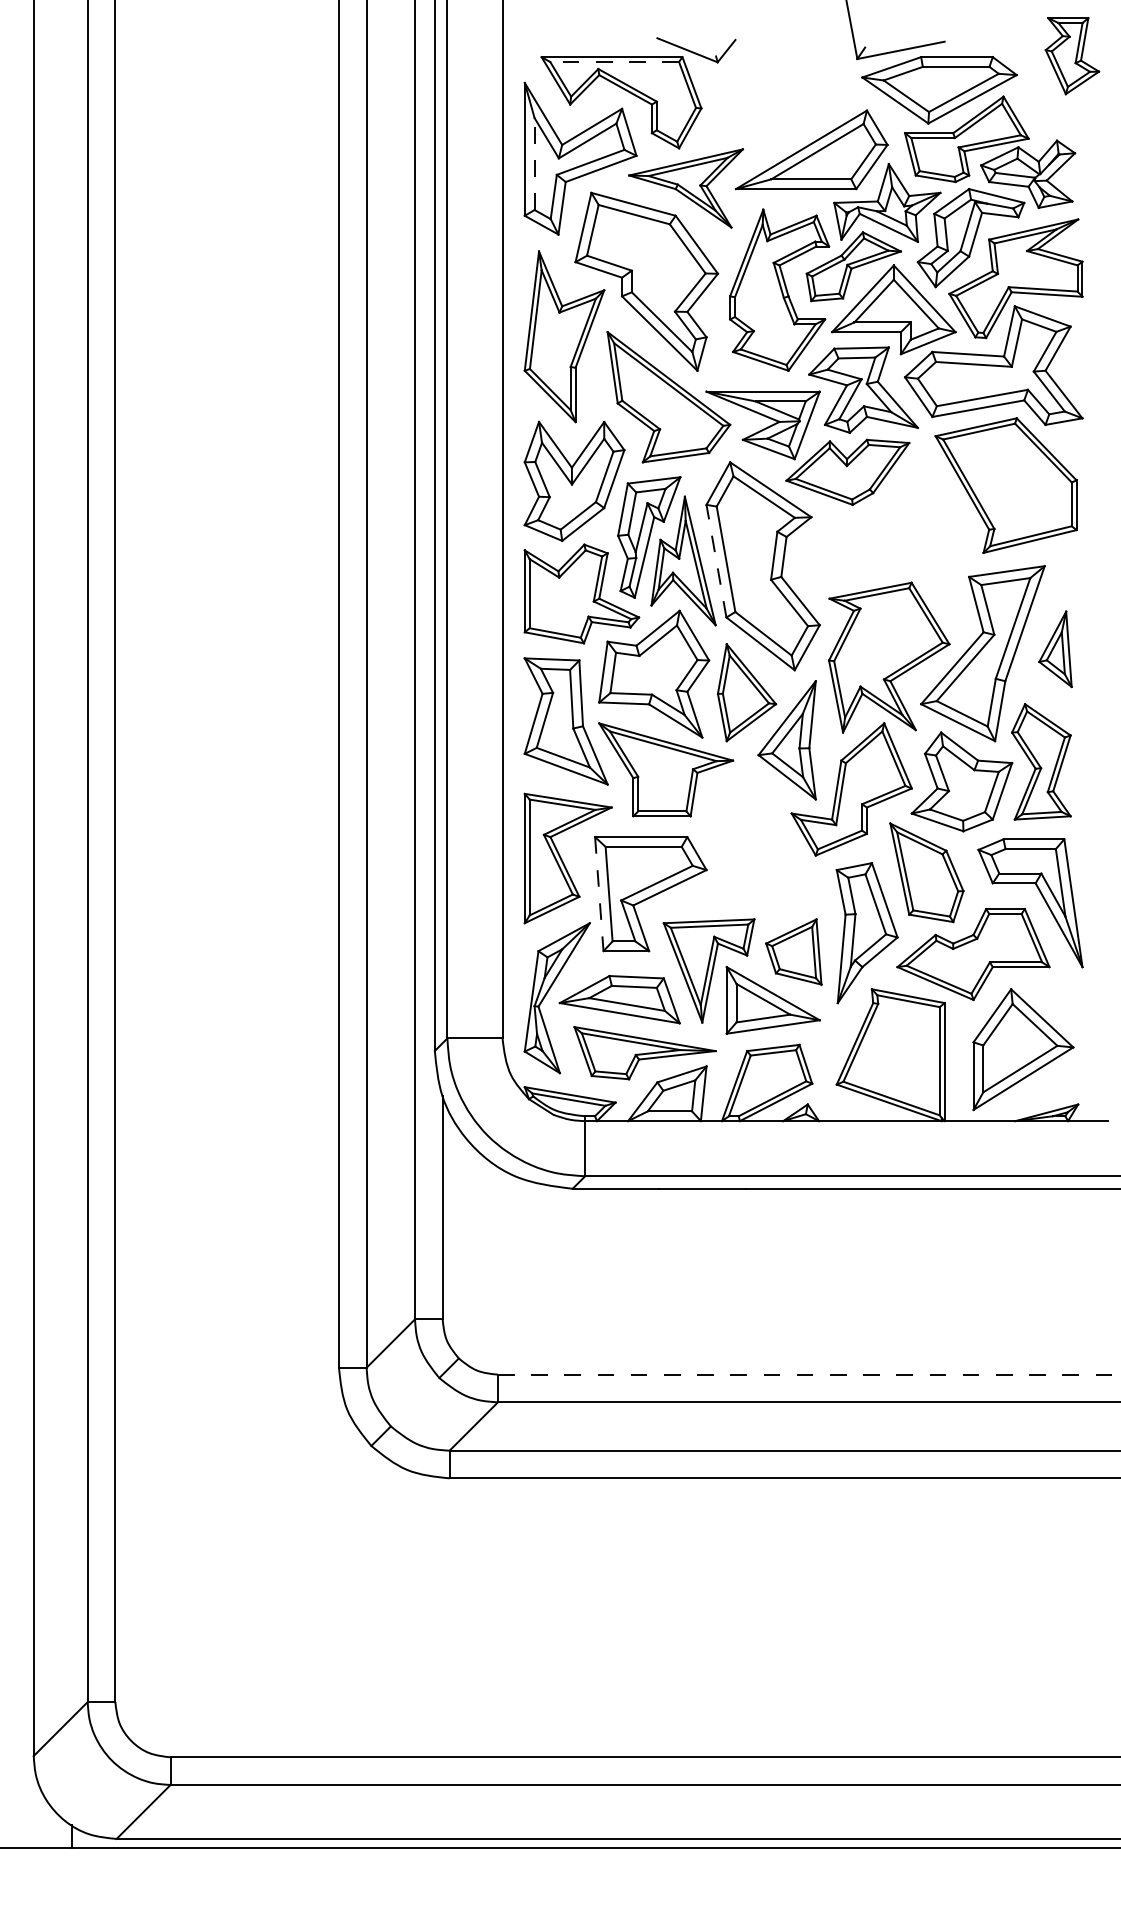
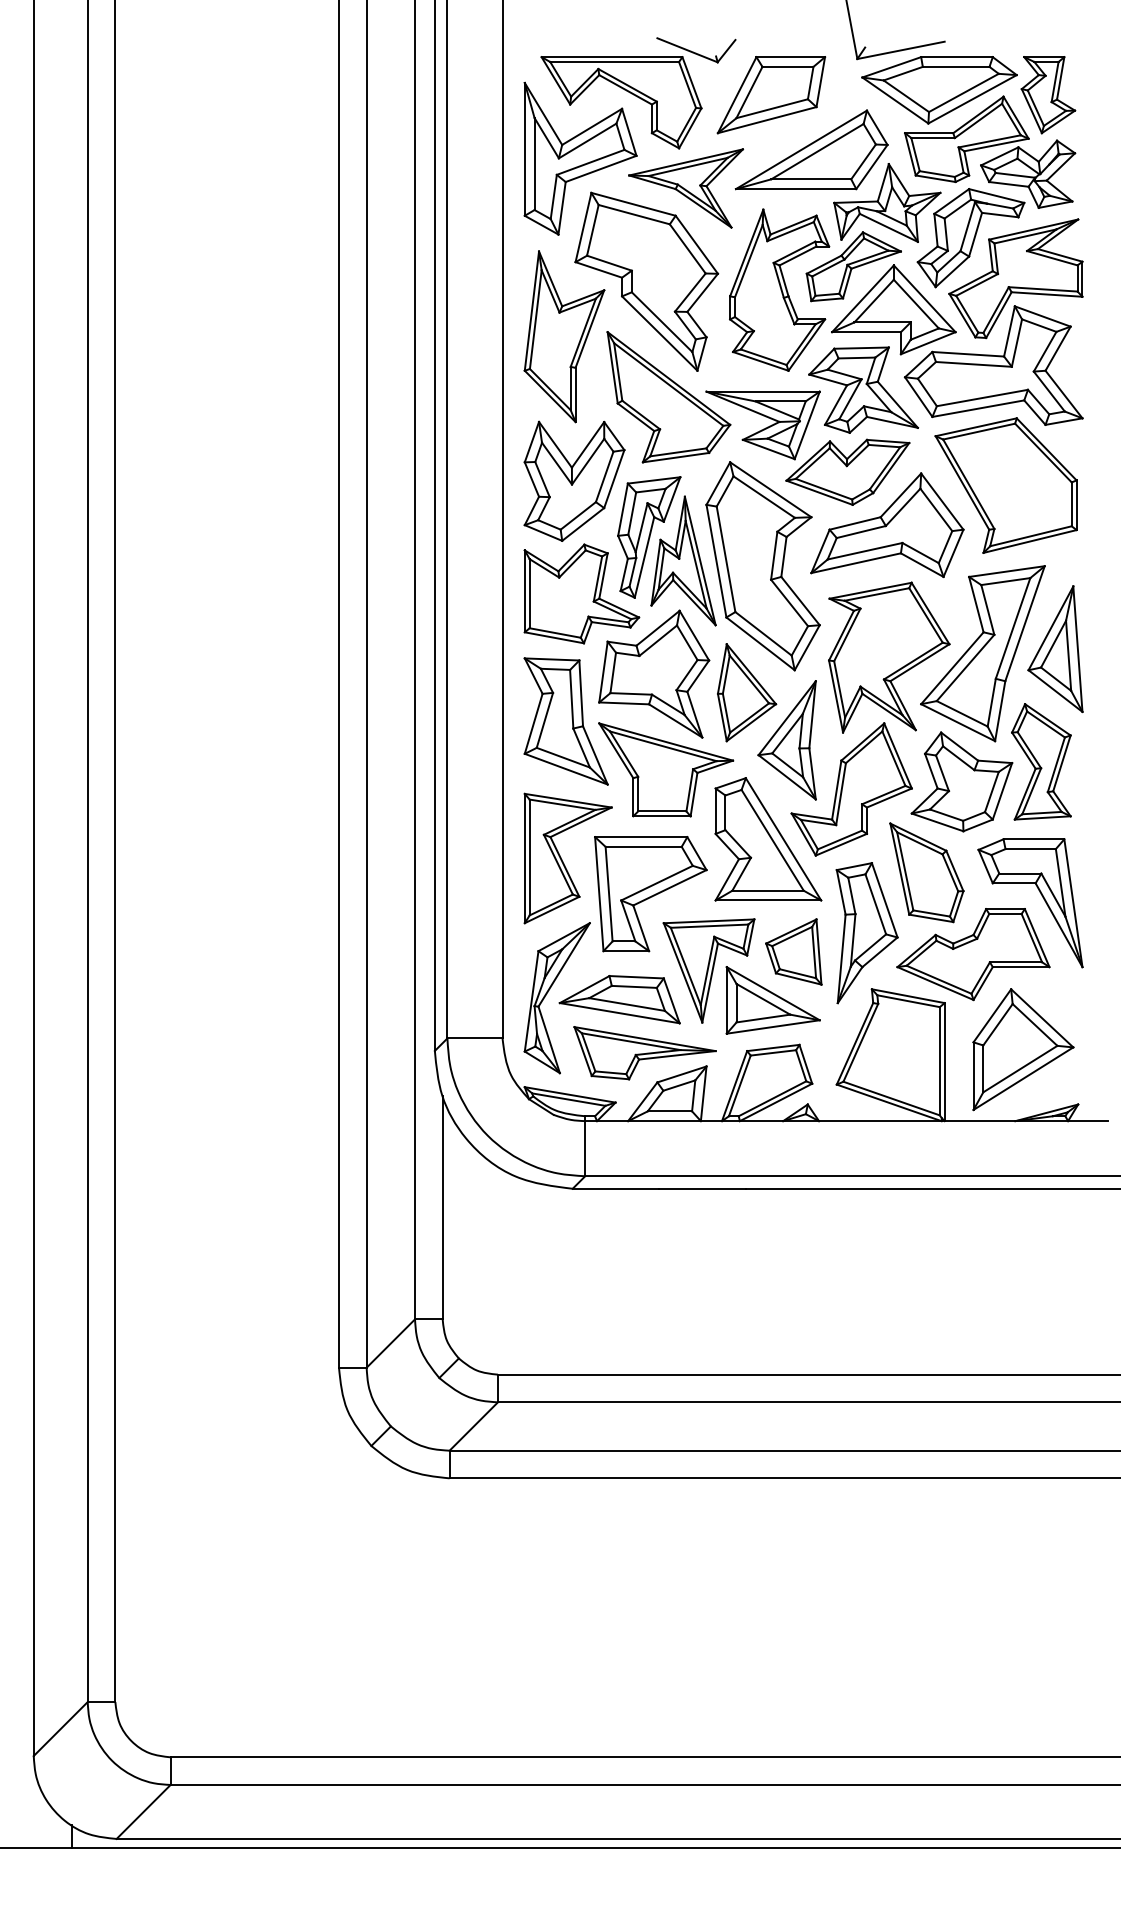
part at (1072, 56) position: (1072, 56) -> (1048, 95)
line at (614, 62): dashed -> solid
part at (771, 95): none -> present
line at (534, 163): dashed -> solid
part at (887, 525): none -> present
line at (716, 560): dashed -> solid
part at (1055, 649) size: 35x79 px -> 57x129 px
part at (768, 839): none -> present
line at (599, 894): dashed -> solid
line at (809, 1374): dashed -> solid
